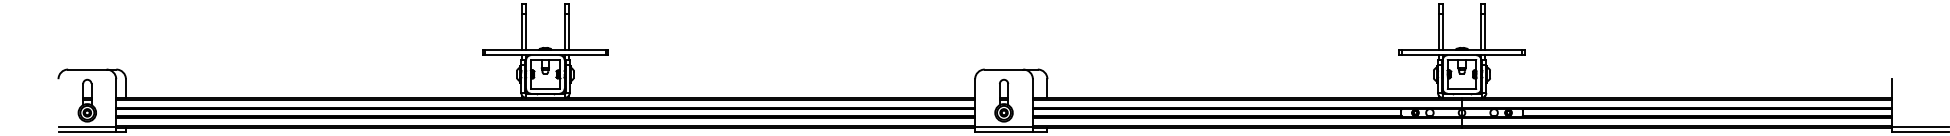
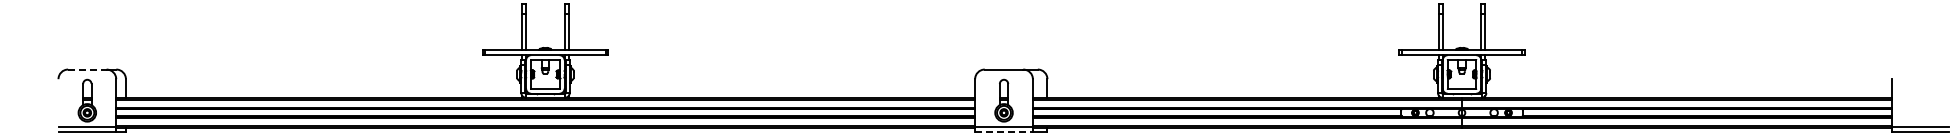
line at (87, 69): solid -> dashed
line at (1004, 132): solid -> dashed
